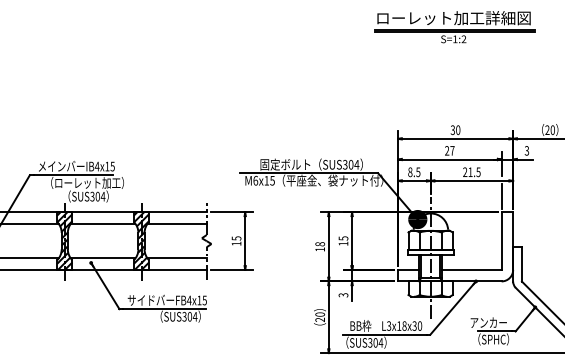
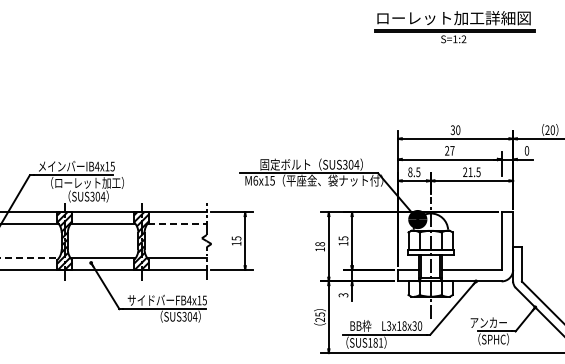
text at (526, 150): 3 -> 0
line at (501, 196): present -> none
line at (177, 223): solid -> dashed
line at (29, 258): solid -> dashed
text at (319, 314): 20 -> 25
text at (375, 342): SUS304 -> SUS181
